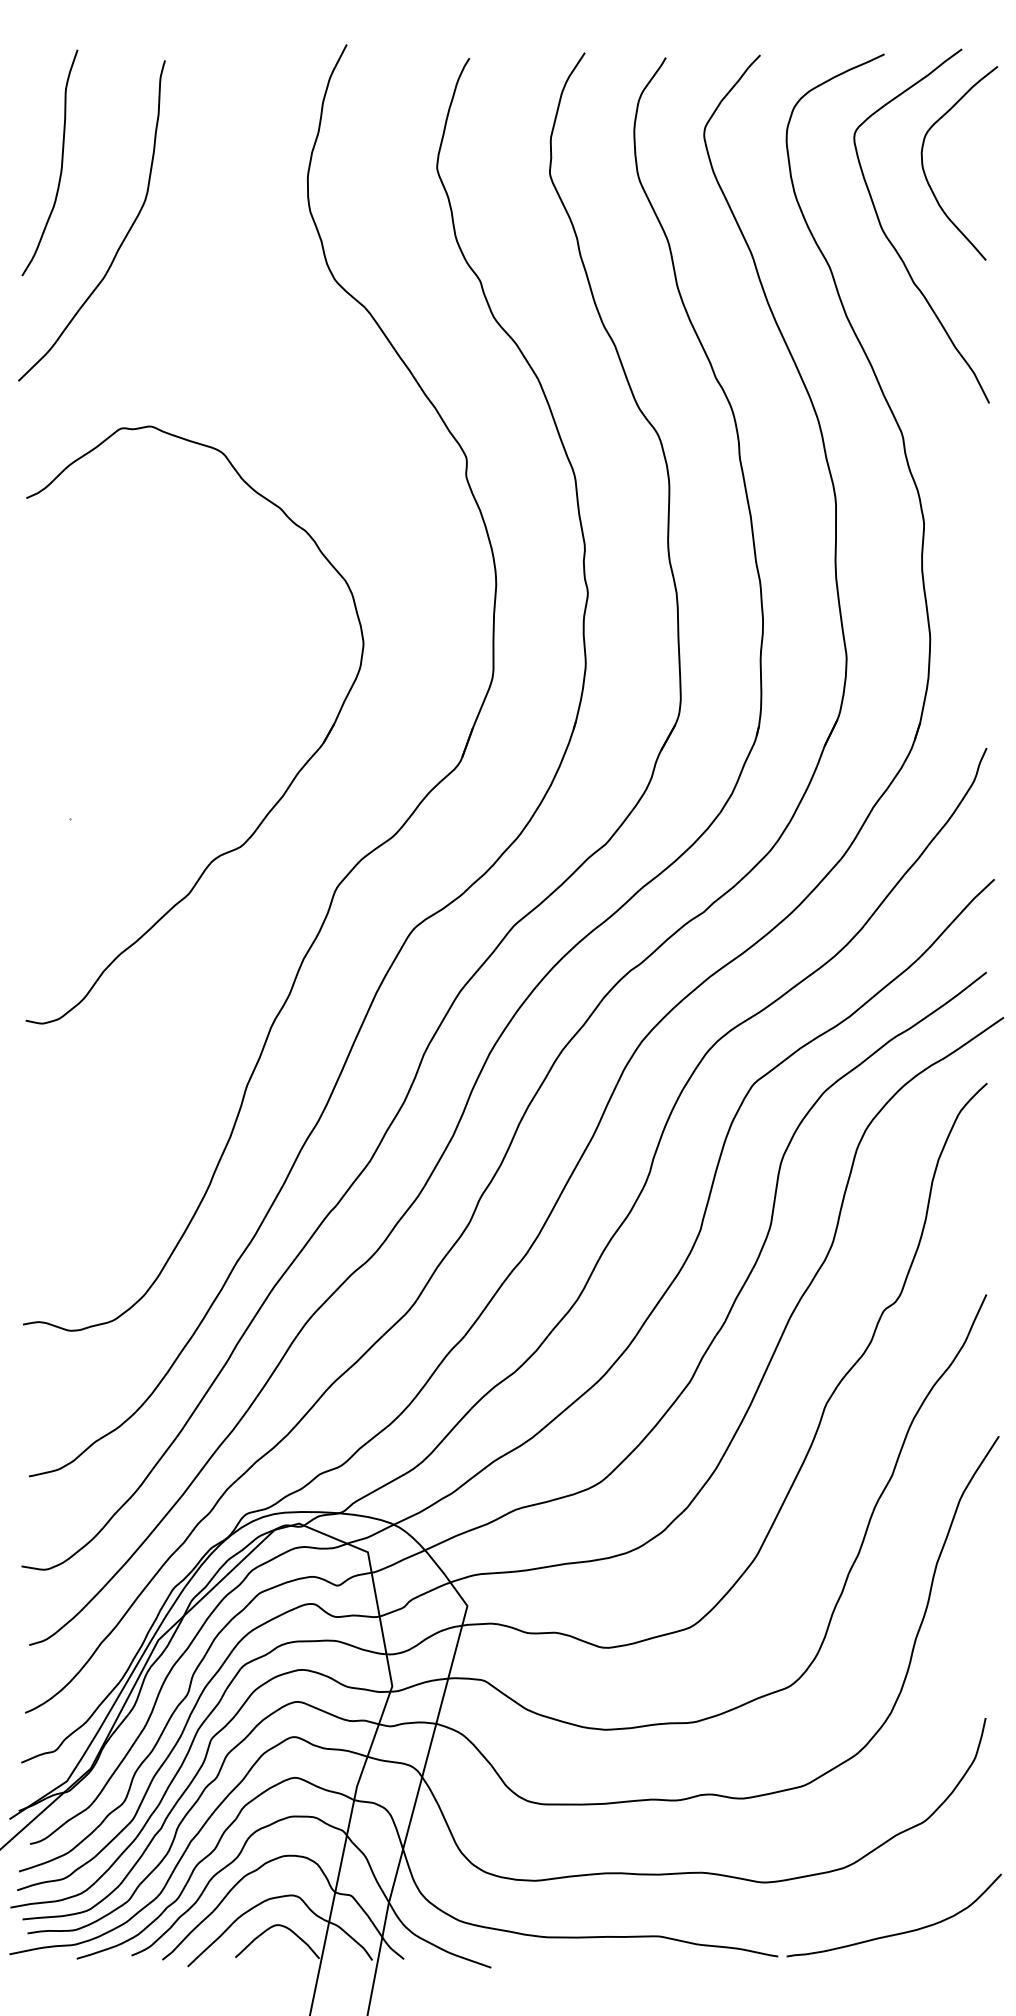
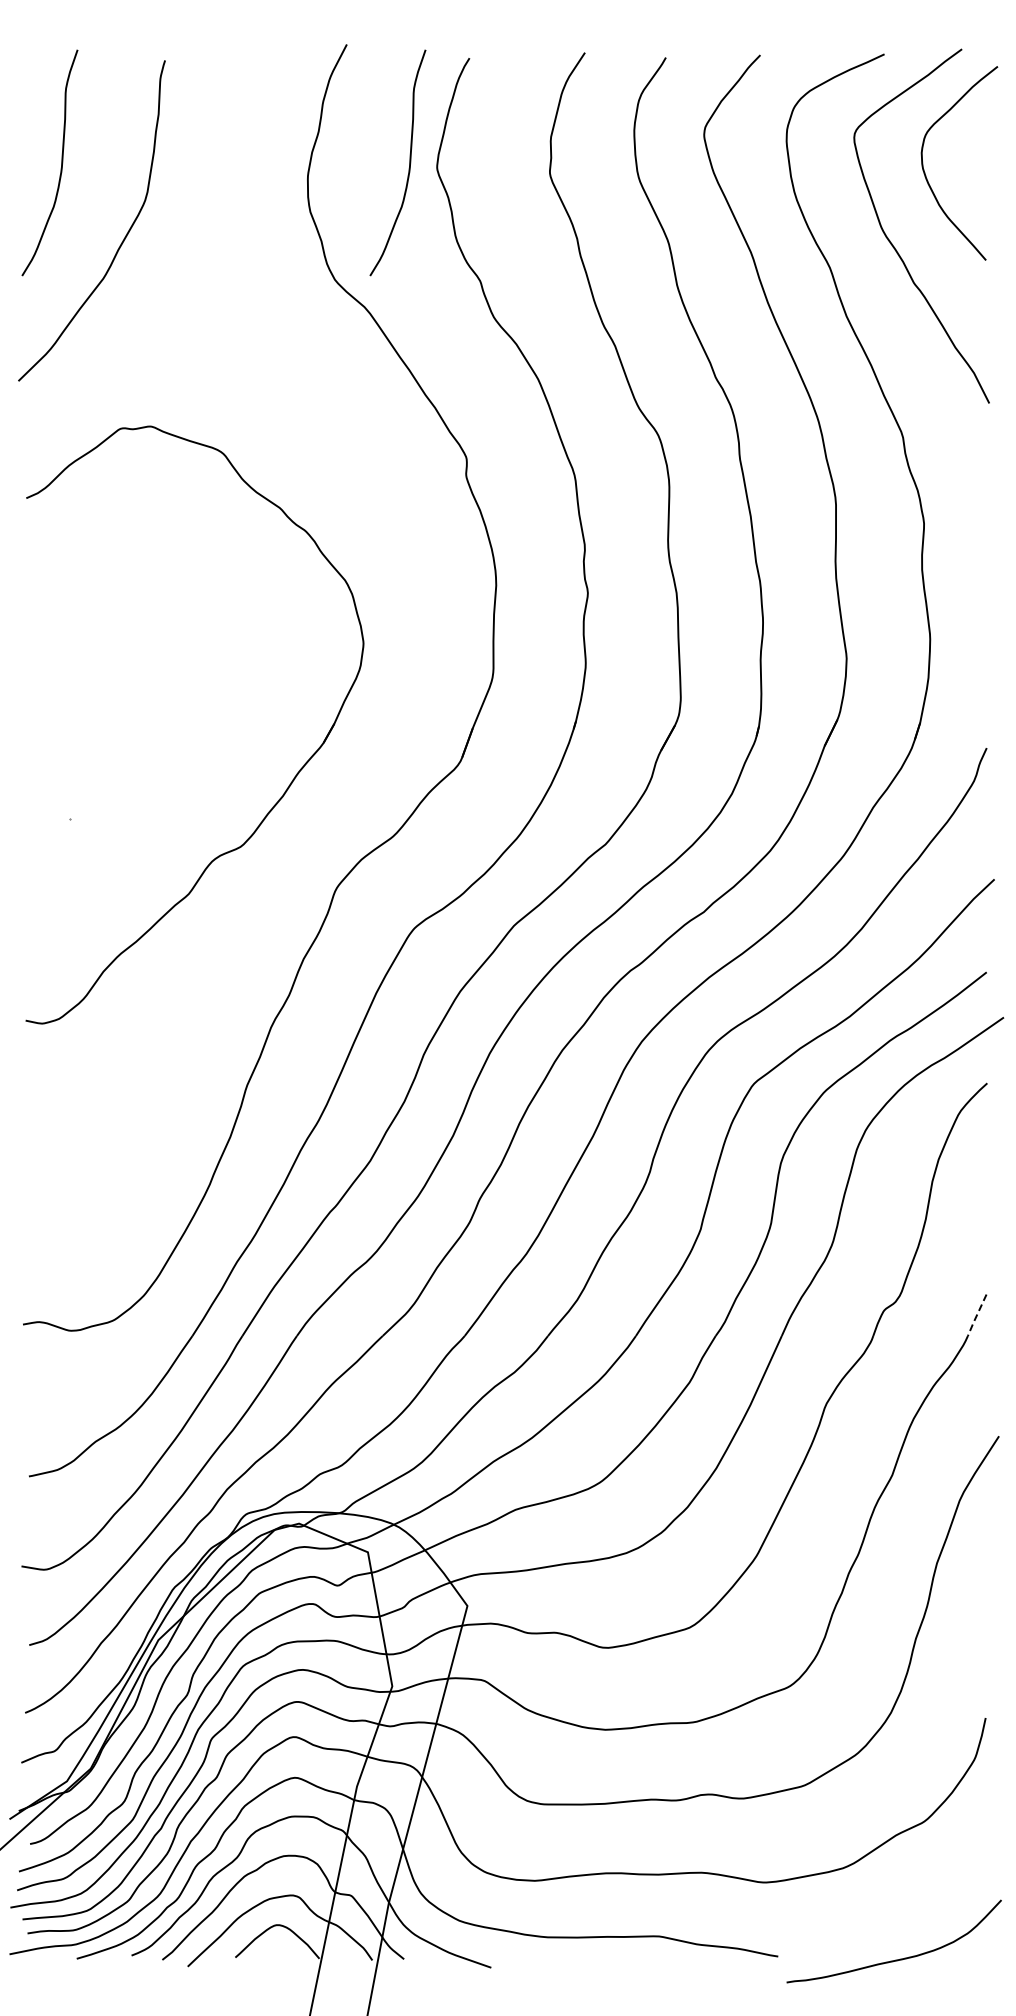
curve at (409, 162): none -> present
line at (976, 1316): solid -> dashed
curve at (895, 1933) position: (895, 1933) -> (895, 1959)
